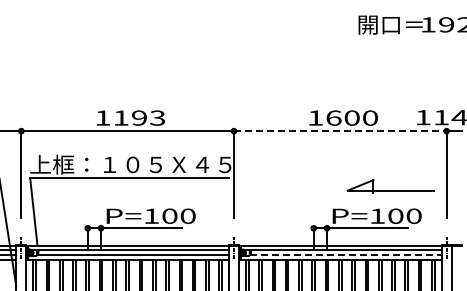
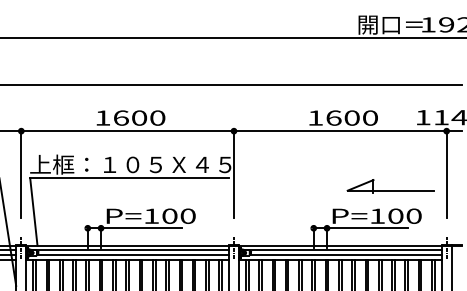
line at (232, 37): none -> present
line at (231, 84): none -> present
text at (139, 117): 1193 -> 1600
line at (340, 131): dashed -> solid
line at (345, 254): dashed -> solid
